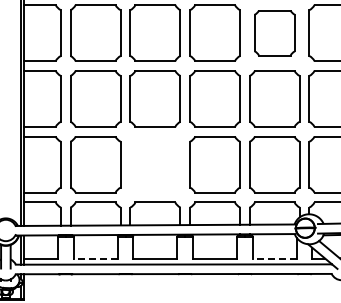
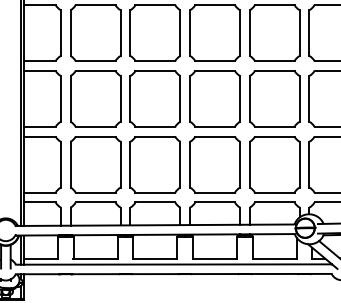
part at (274, 33) size: 42x47 px -> 52x58 px
part at (154, 164): none -> present
line at (95, 258): dashed -> solid
line at (274, 258): dashed -> solid
